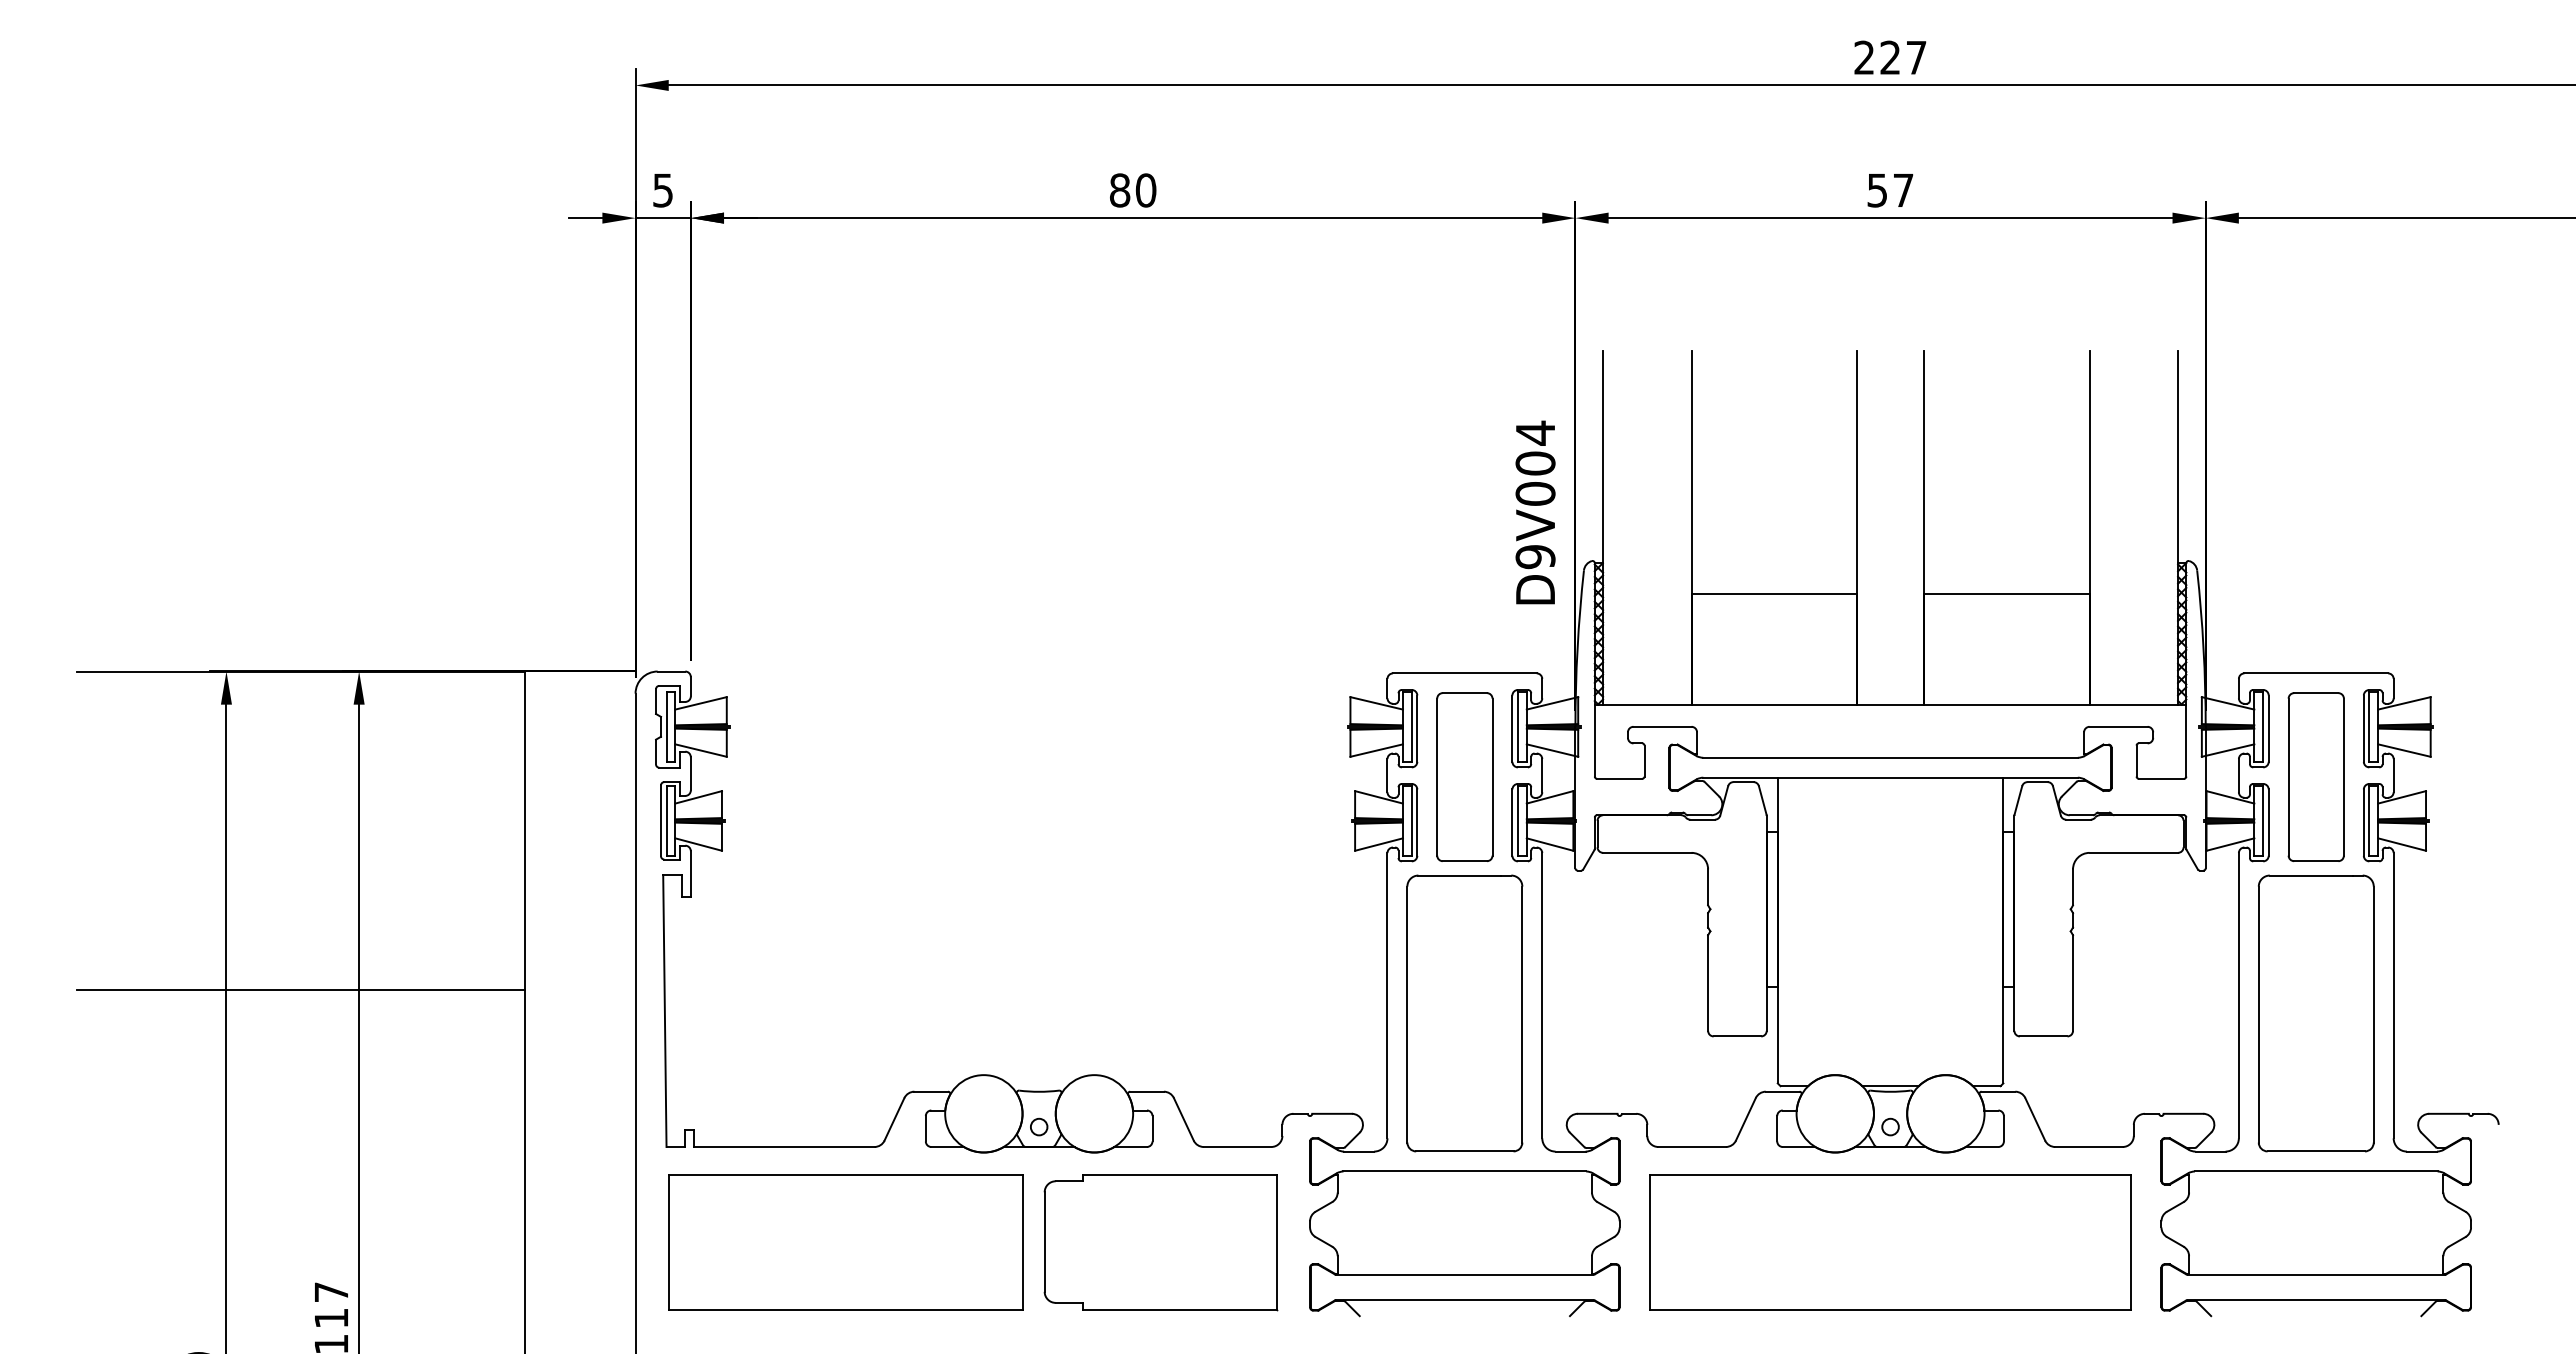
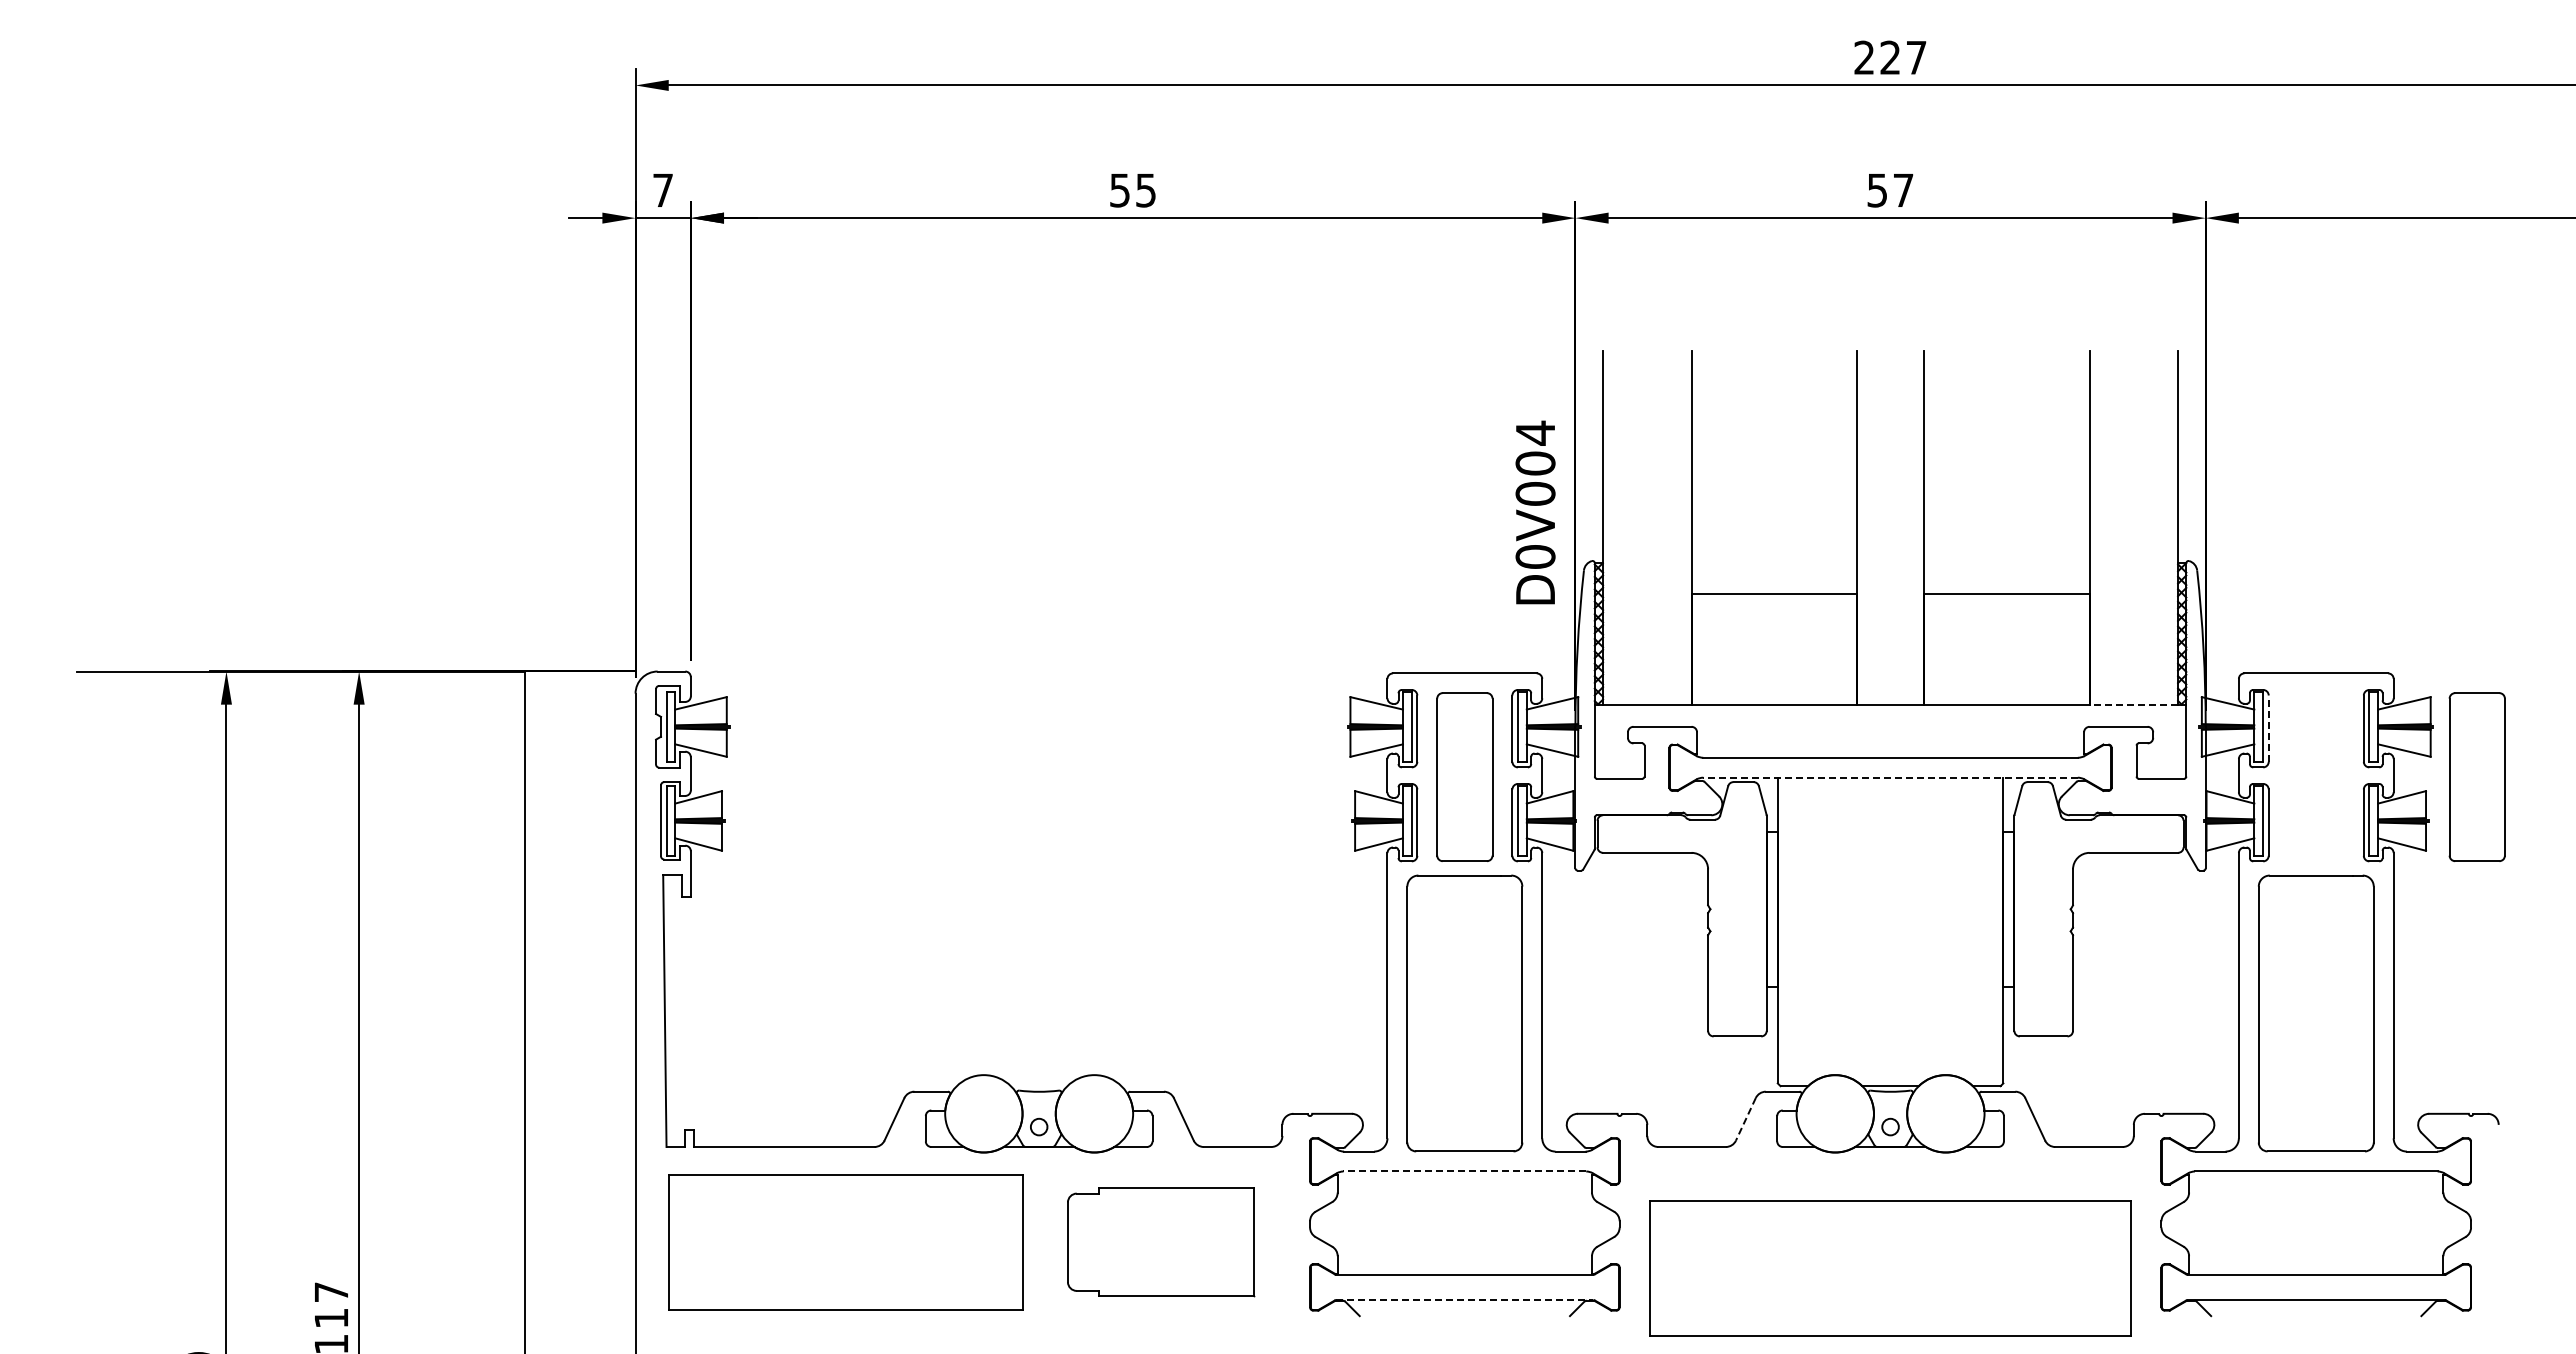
text at (662, 190): 5 -> 7
text at (1133, 190): 80 -> 55
text at (1535, 557): D9V004 -> D0V004
line at (2133, 704): solid -> dashed
line at (2268, 728): solid -> dashed
part at (2315, 776) position: (2315, 776) -> (2476, 776)
line at (1890, 777): solid -> dashed
line at (301, 989): present -> none
line at (1745, 1119): solid -> dashed
line at (1464, 1171): solid -> dashed
part at (1160, 1242) size: 236x138 px -> 189x111 px
part at (1890, 1242) position: (1890, 1242) -> (1890, 1268)
line at (1464, 1300): solid -> dashed
